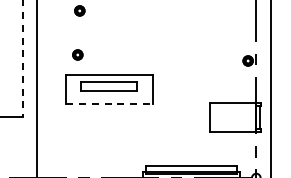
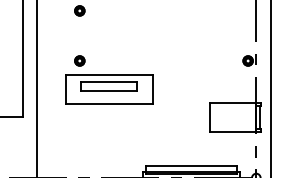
part at (77, 54) position: (77, 54) -> (79, 60)
line at (22, 58): dashed -> solid
line at (110, 104): dashed -> solid
